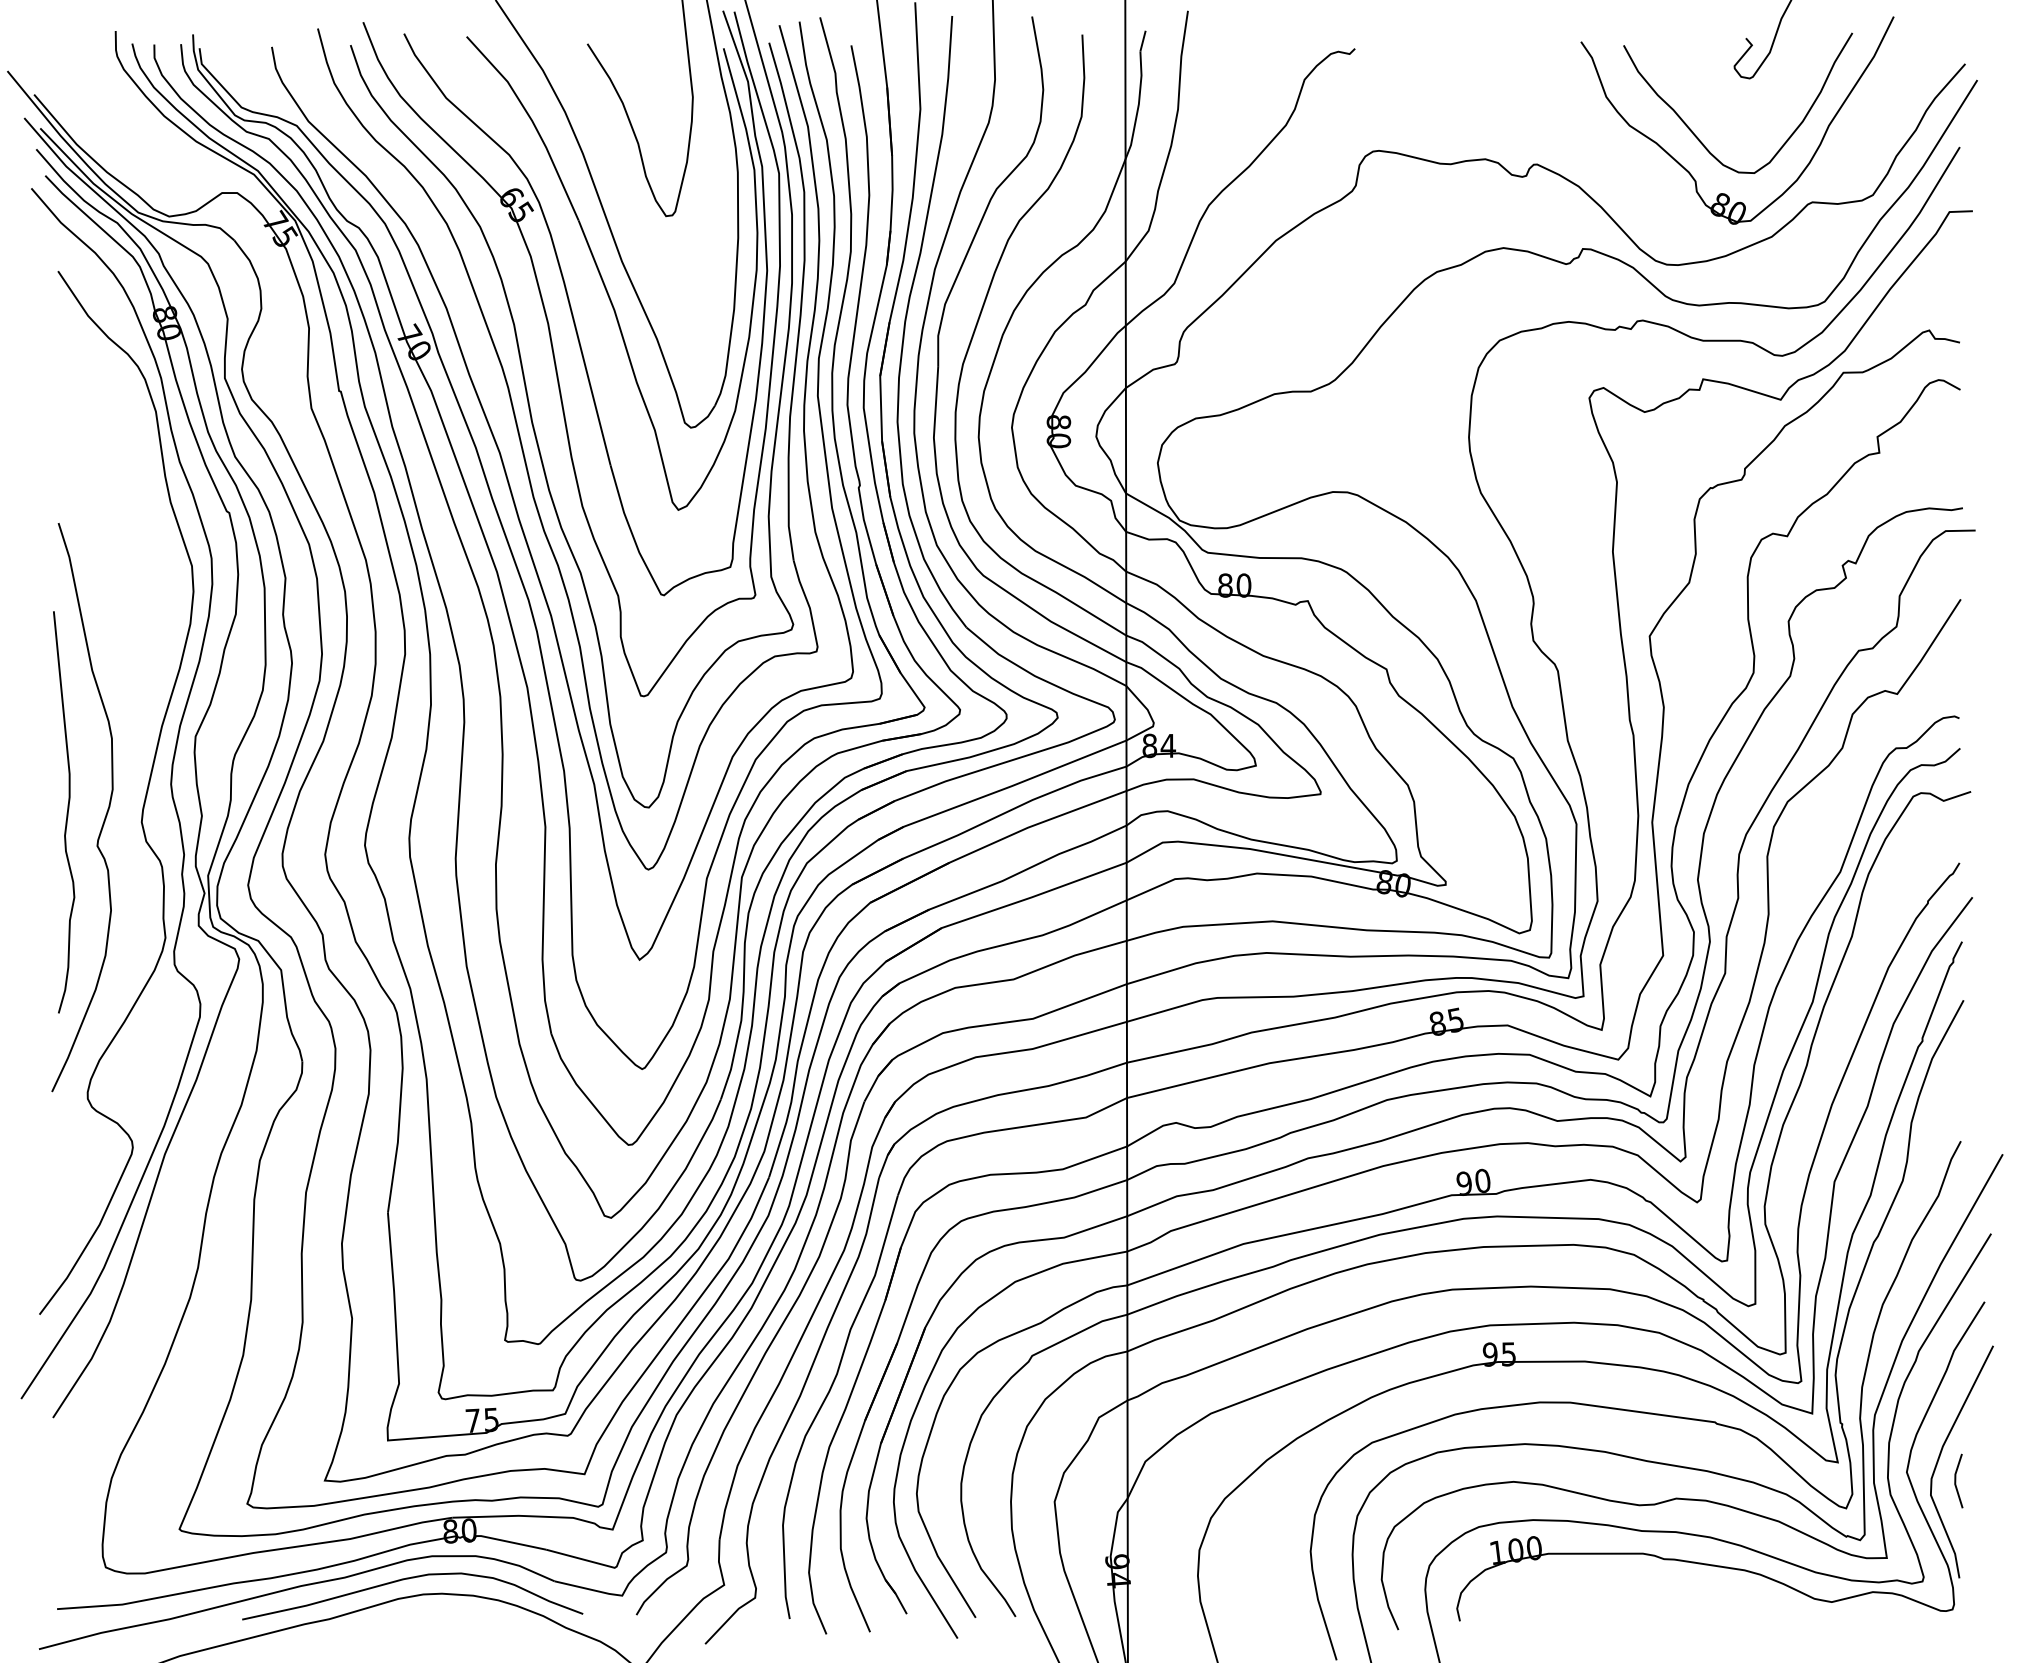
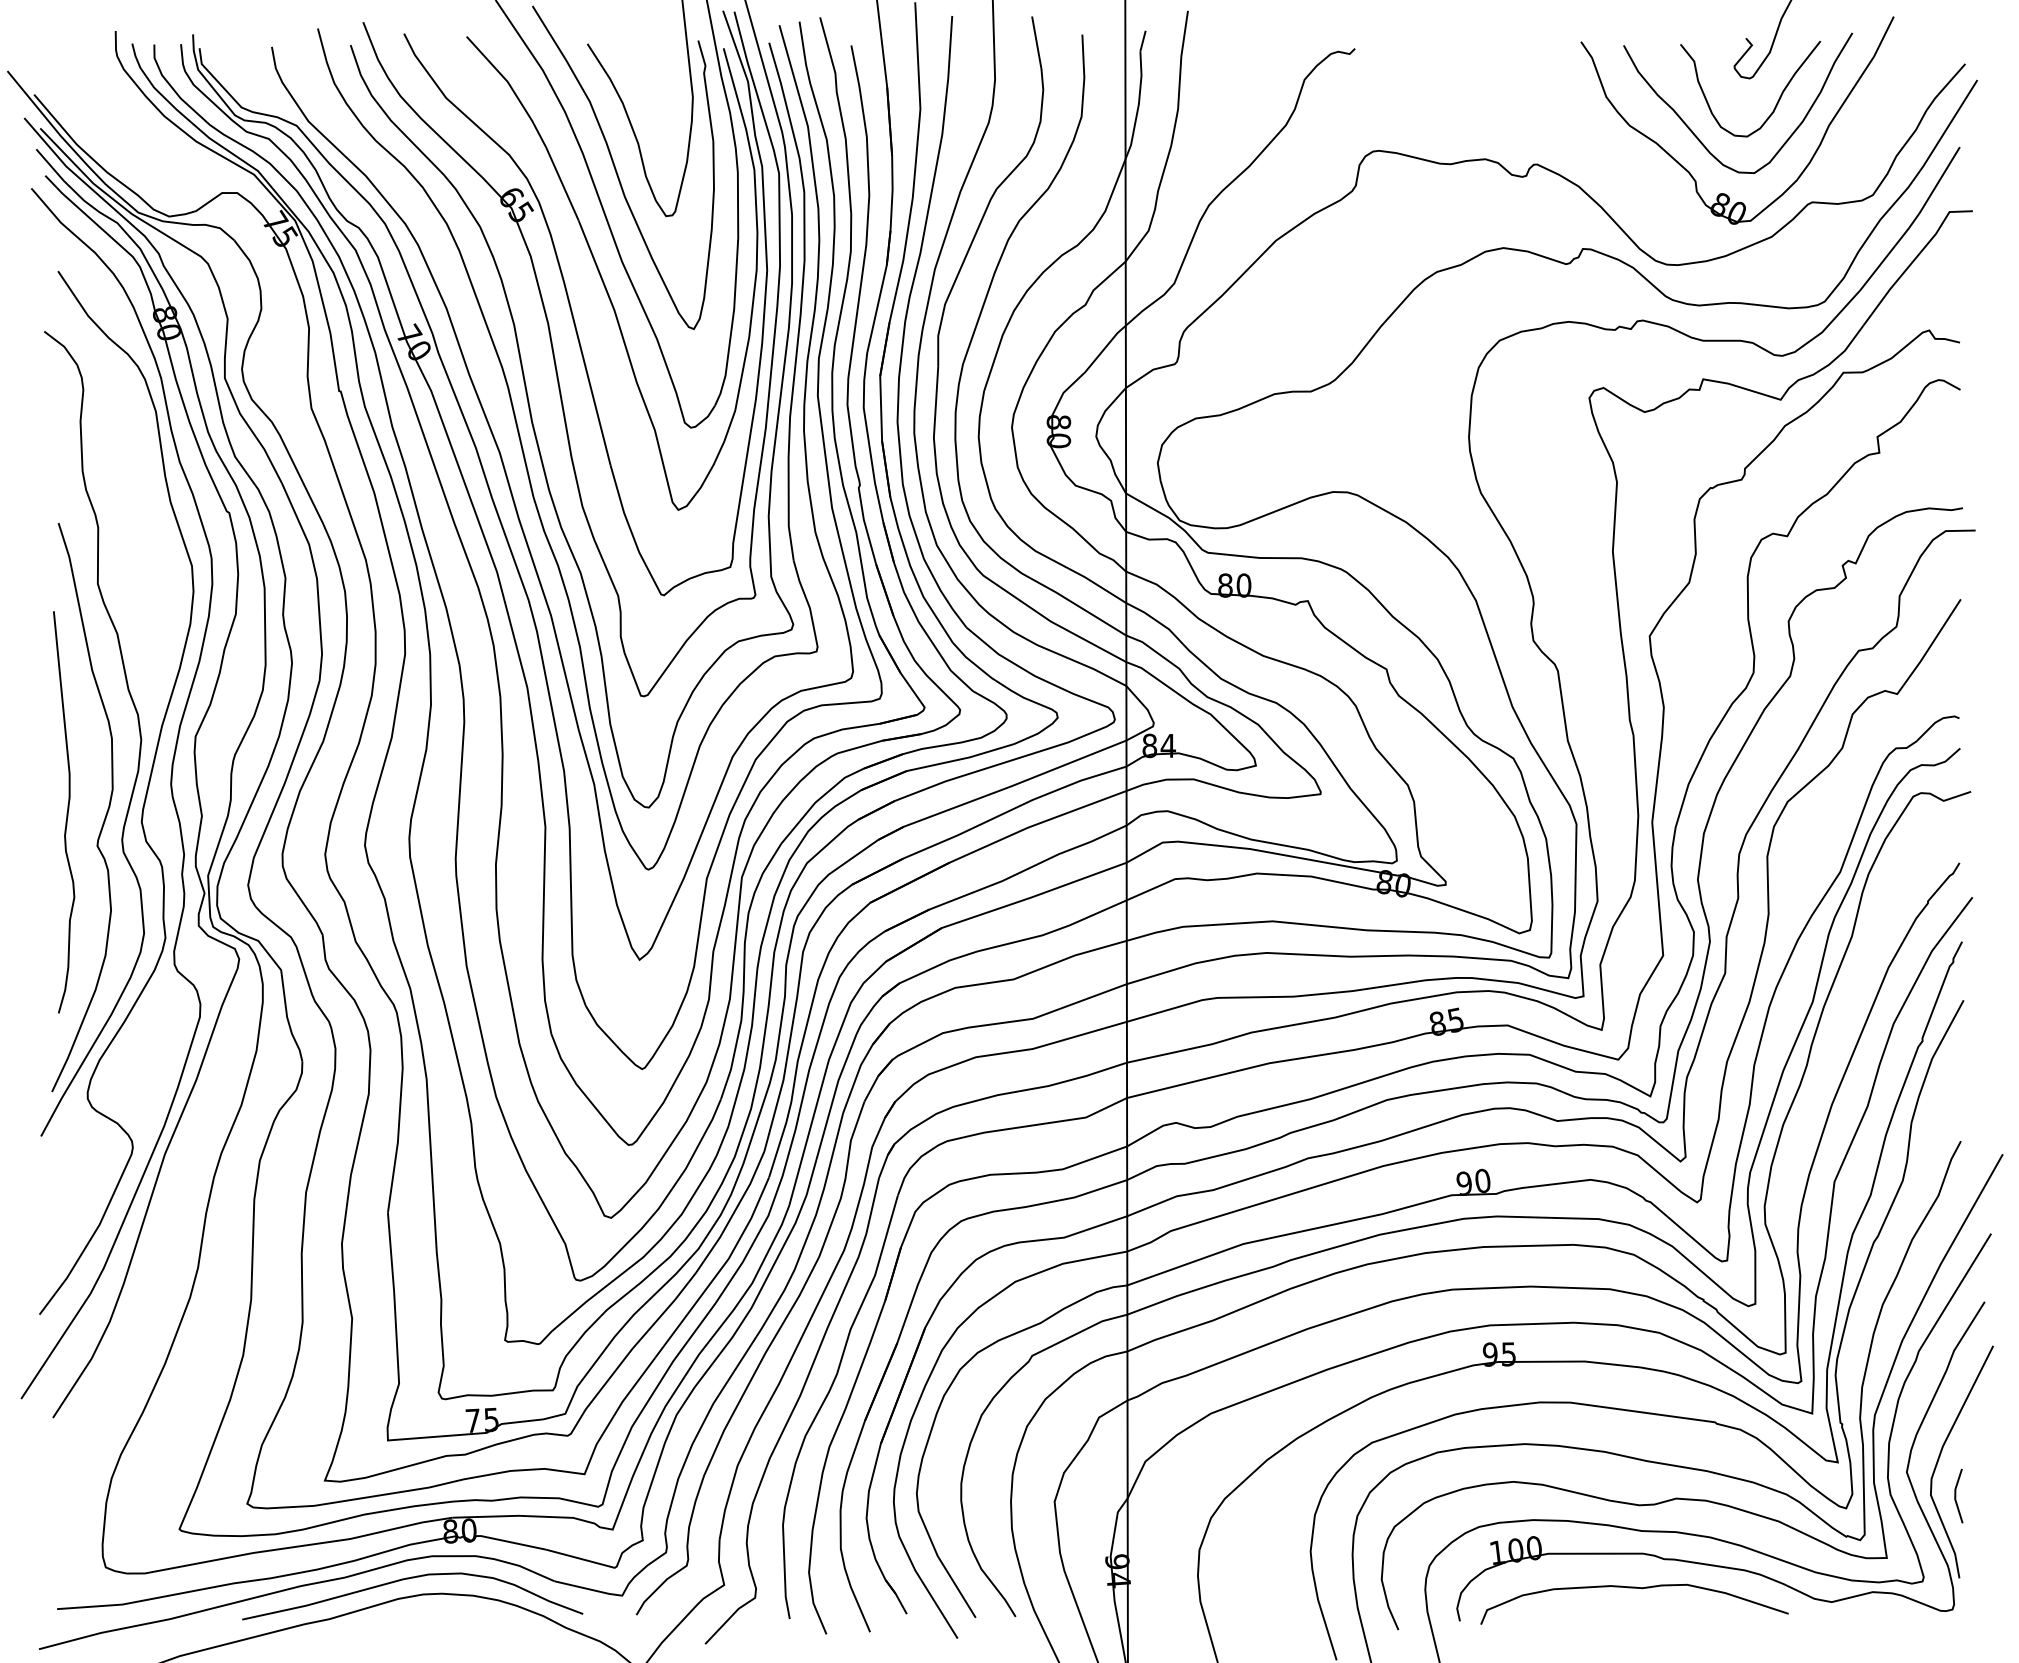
curve at (1777, 100): none -> present
curve at (616, 168): none -> present
curve at (138, 728): none -> present
line at (1956, 1480) position: (1956, 1480) -> (1956, 1495)
curve at (1634, 1588): none -> present
